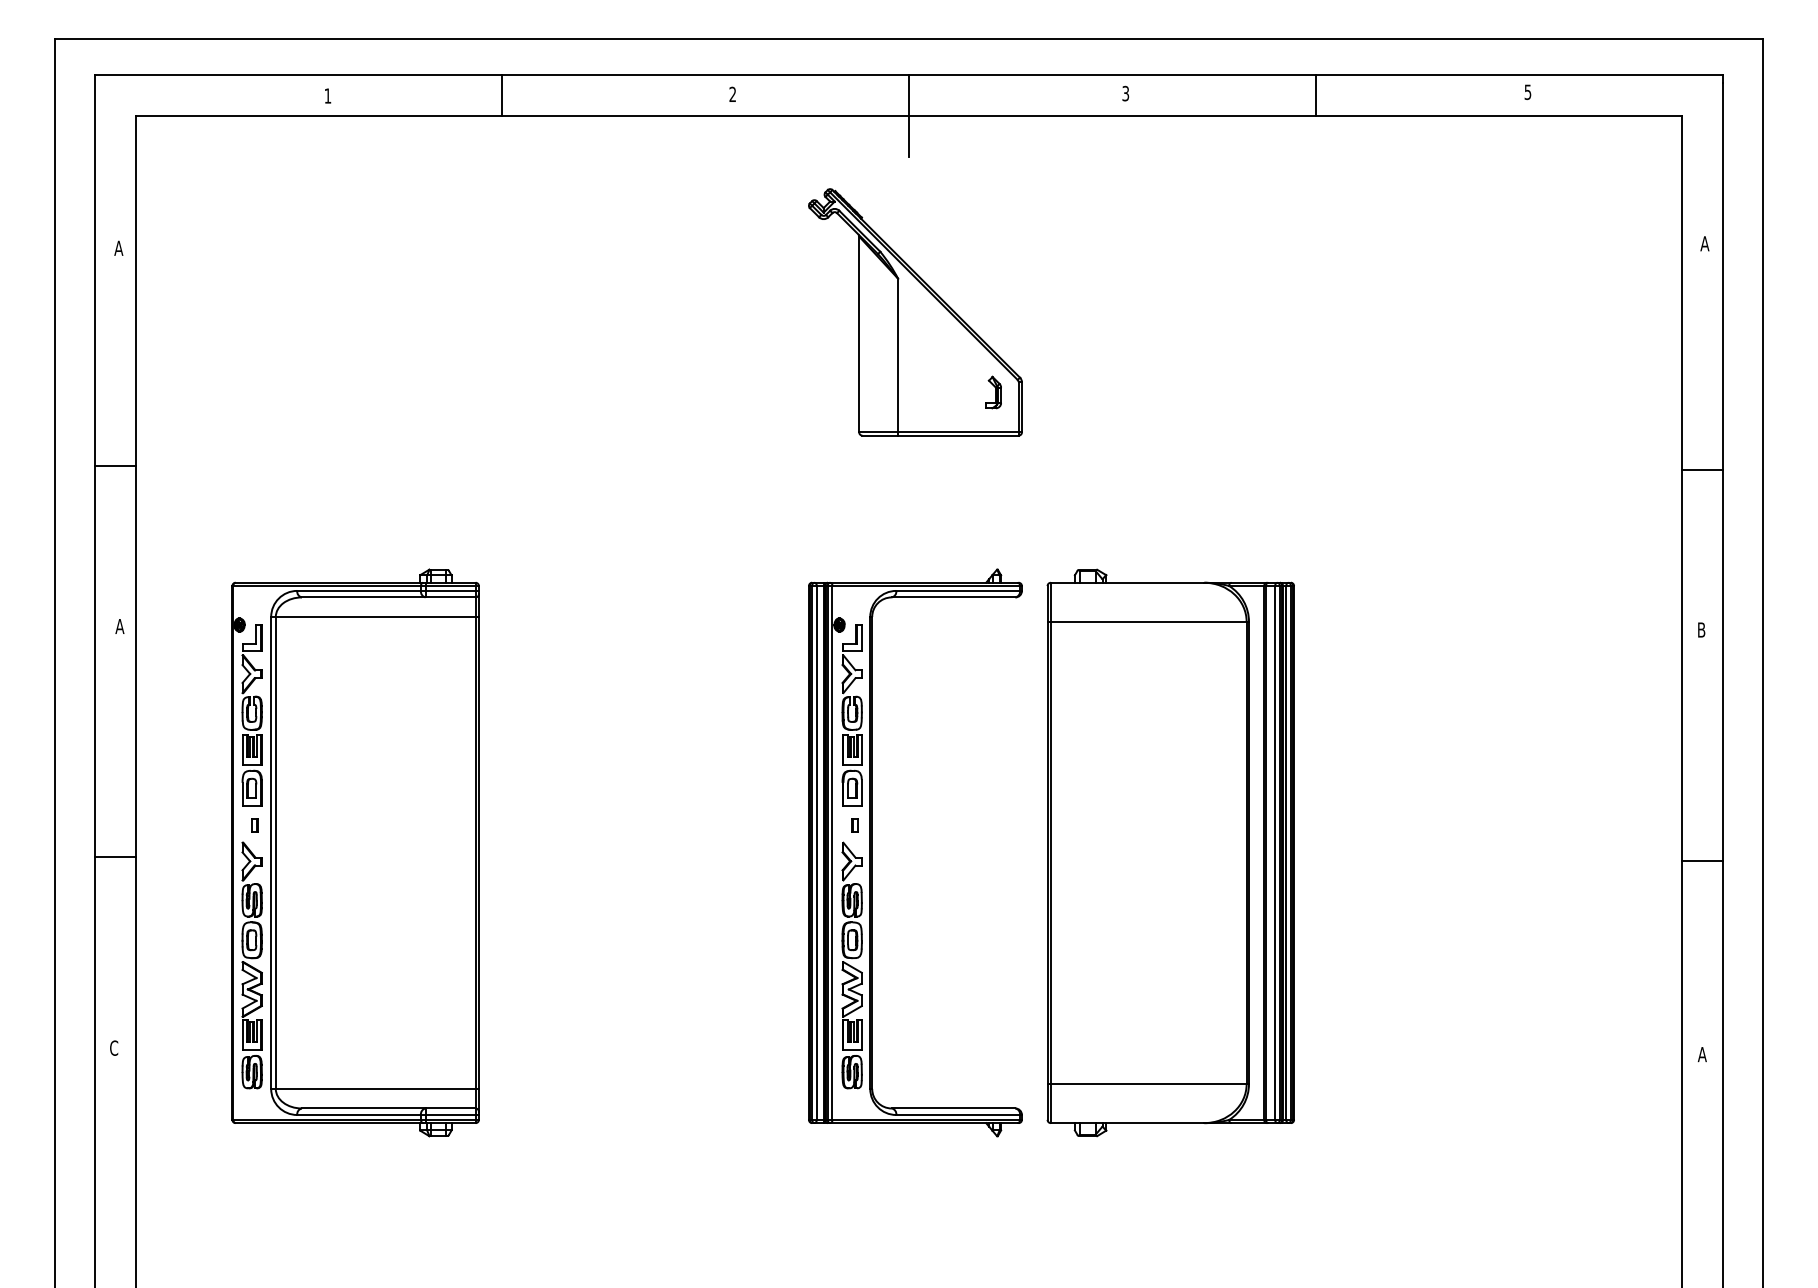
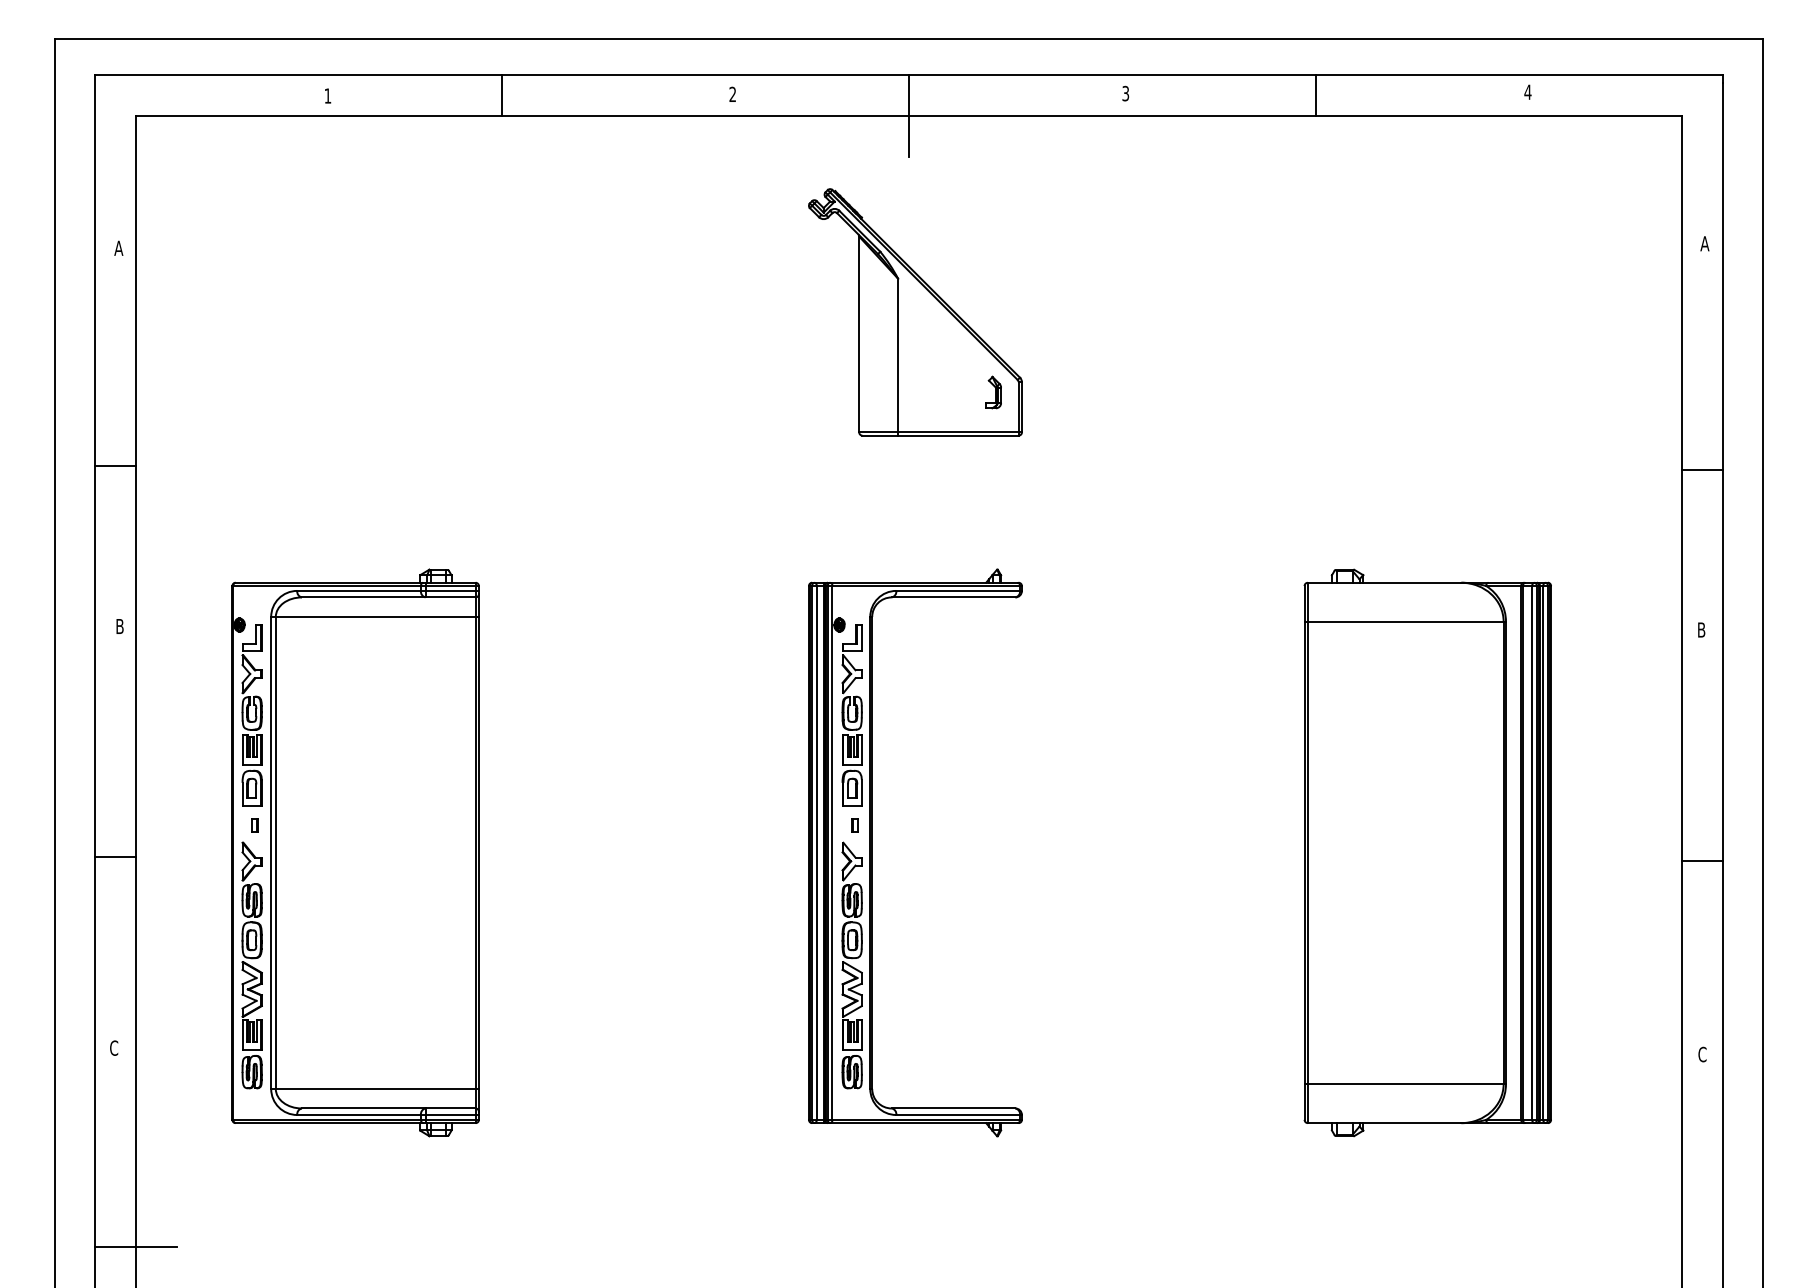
text at (1527, 92): 5 -> 4
text at (119, 626): A -> B
part at (1170, 852) position: (1170, 852) -> (1427, 852)
text at (1701, 1054): A -> C
line at (135, 1247): none -> present
